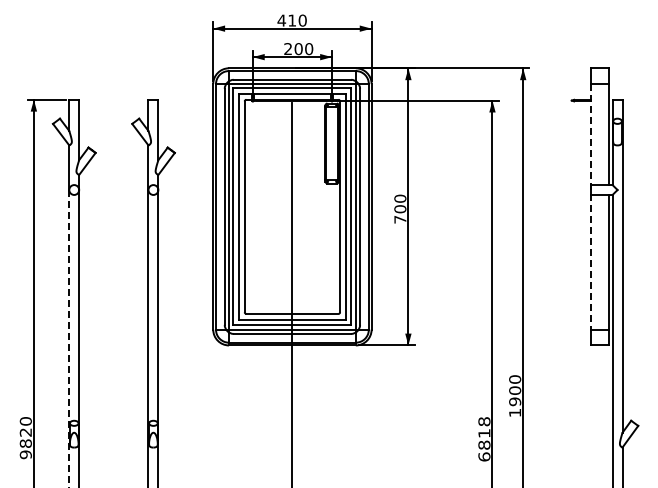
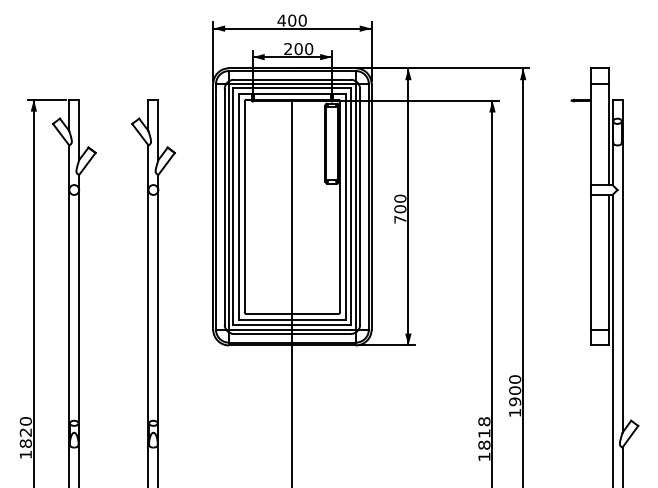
text at (292, 20): 410 -> 400
line at (590, 206): dashed -> solid
line at (69, 338): dashed -> solid
text at (25, 454): 9820 -> 1820
text at (484, 456): 6818 -> 1818
